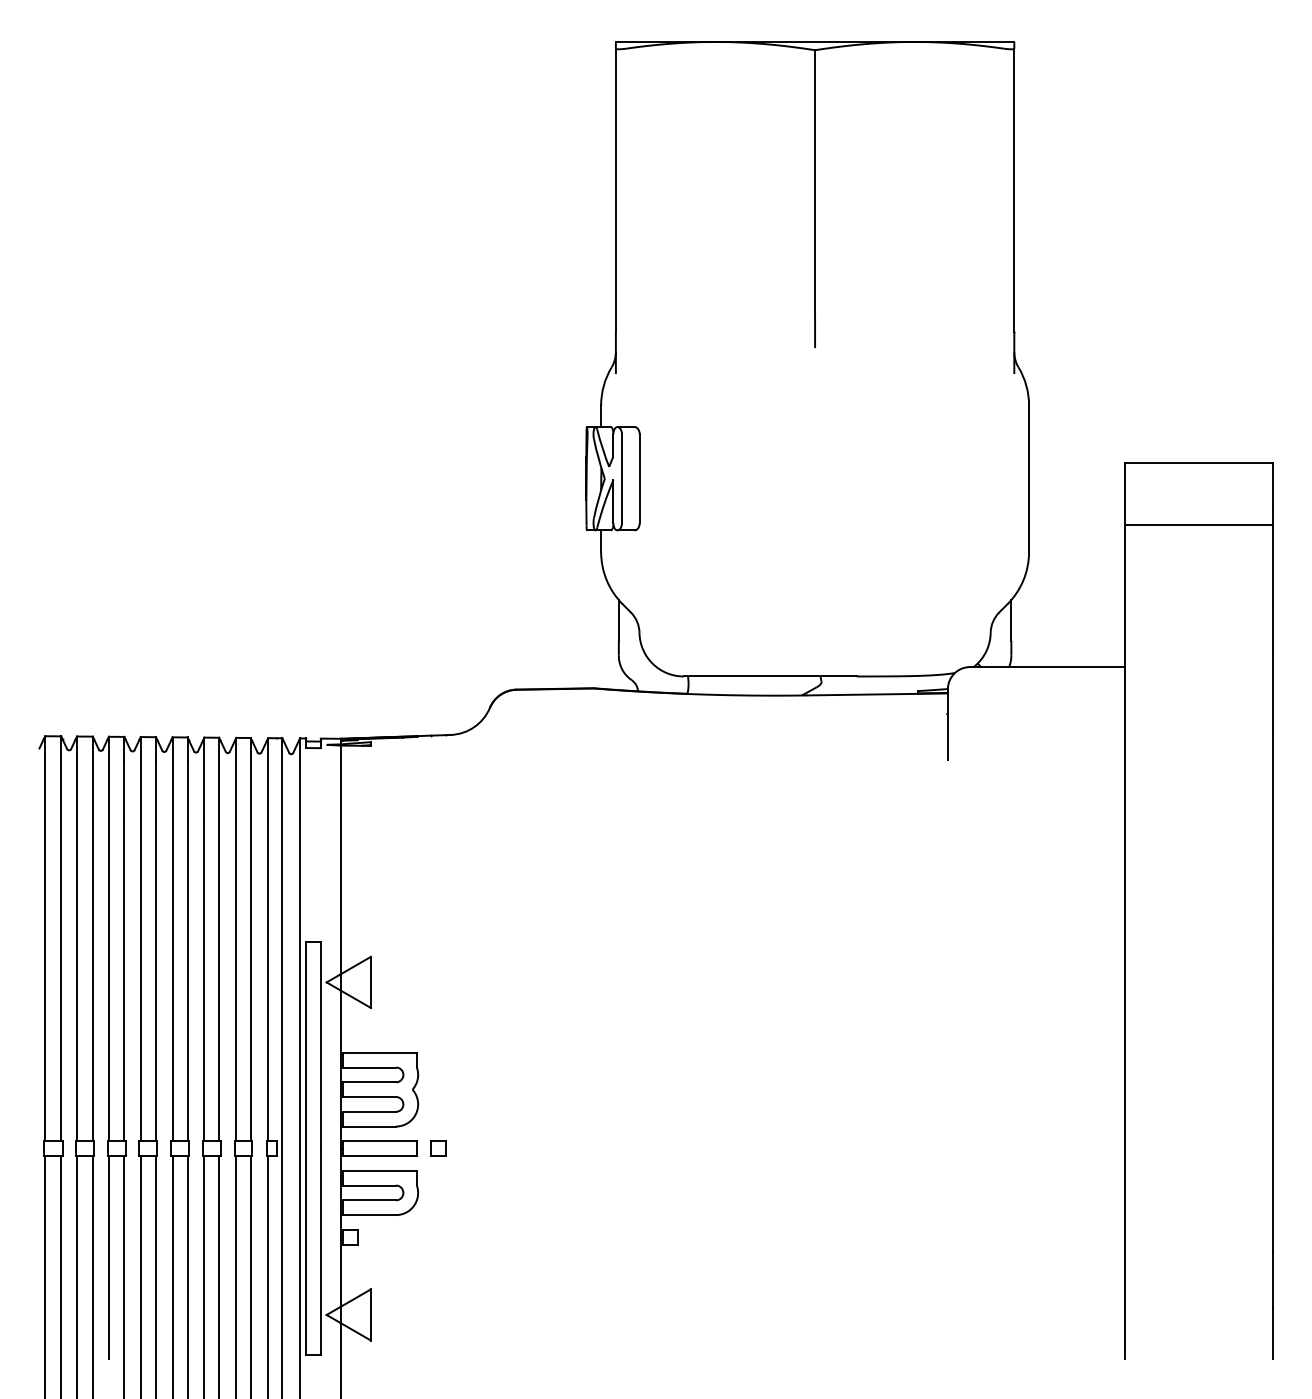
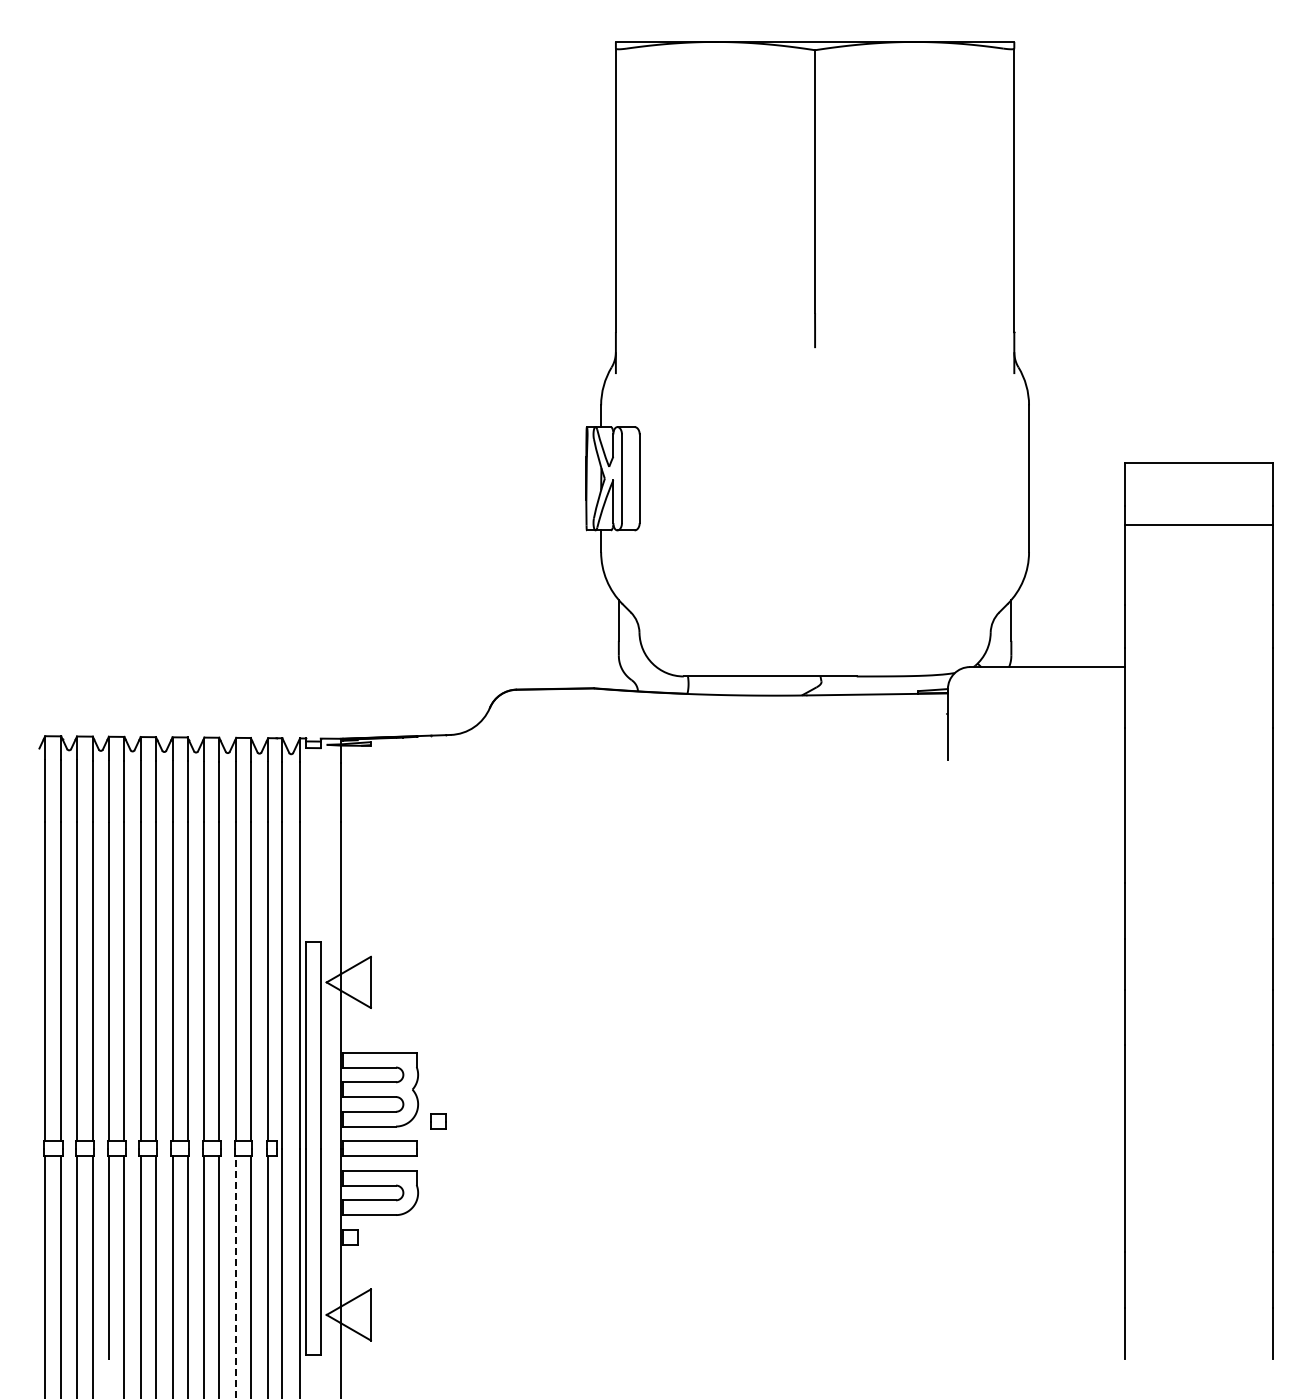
part at (438, 1148) position: (438, 1148) -> (438, 1121)
line at (236, 1276): solid -> dashed
